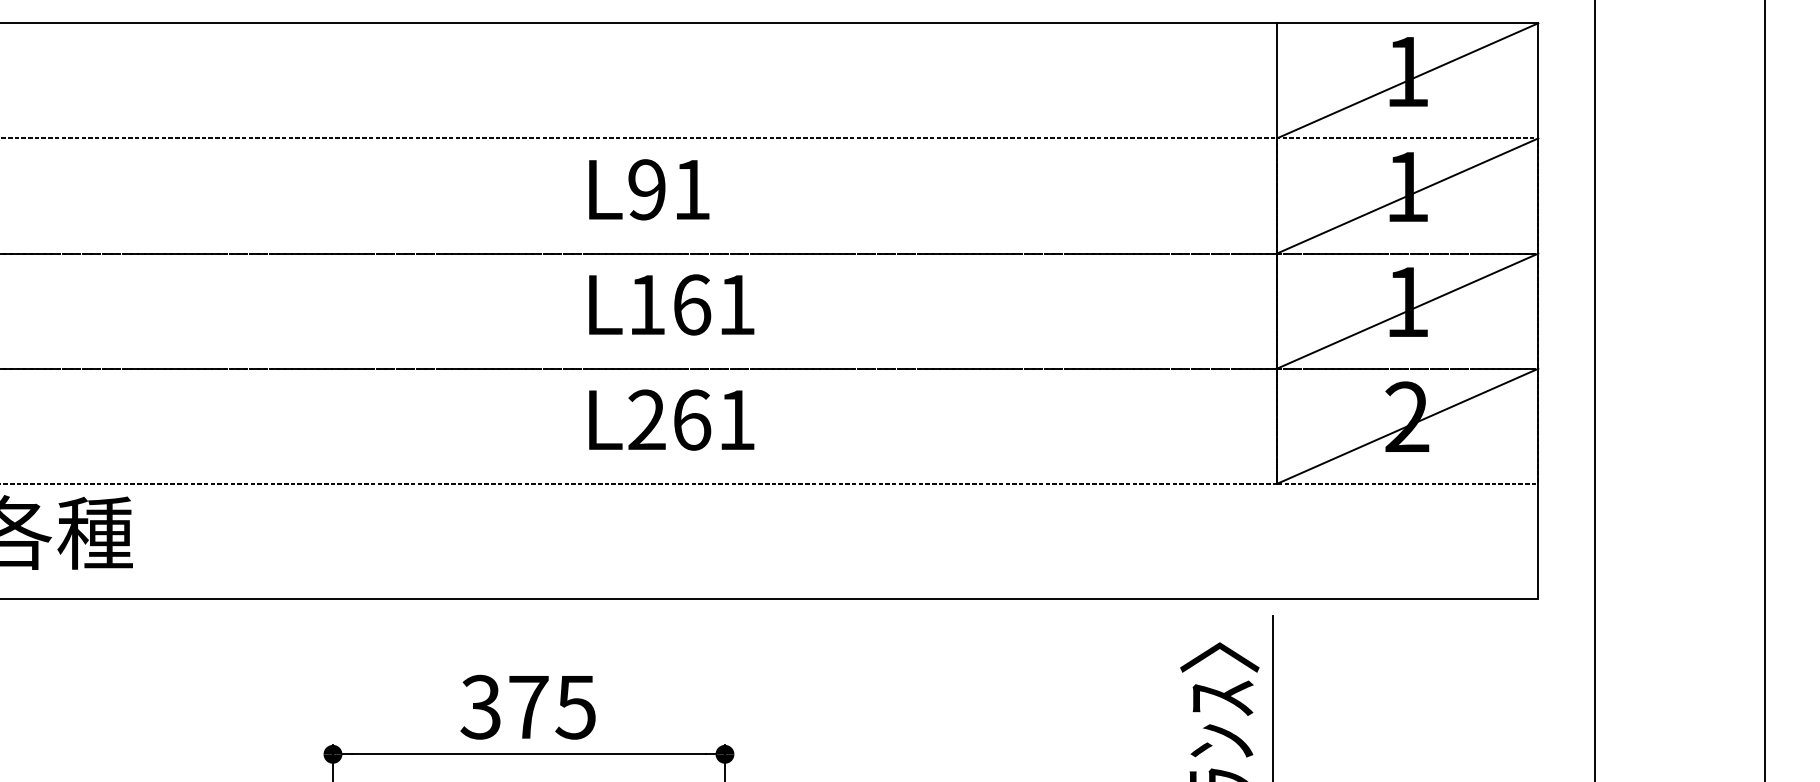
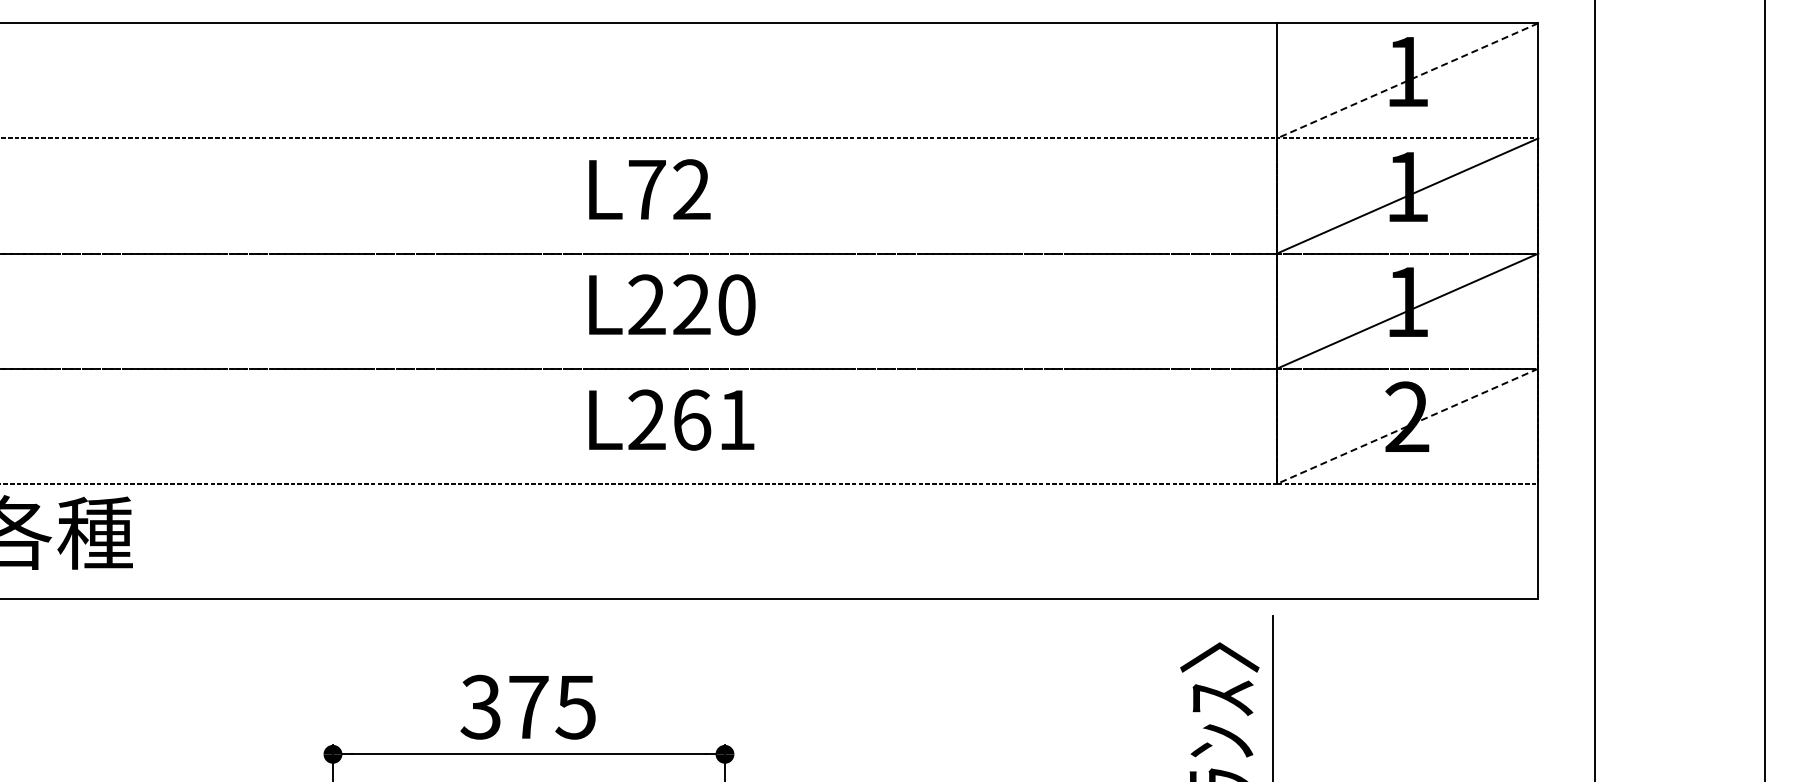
line at (1407, 80): solid -> dashed
text at (669, 189): L91 -> L72
text at (691, 304): L161 -> L220
line at (1407, 426): solid -> dashed
